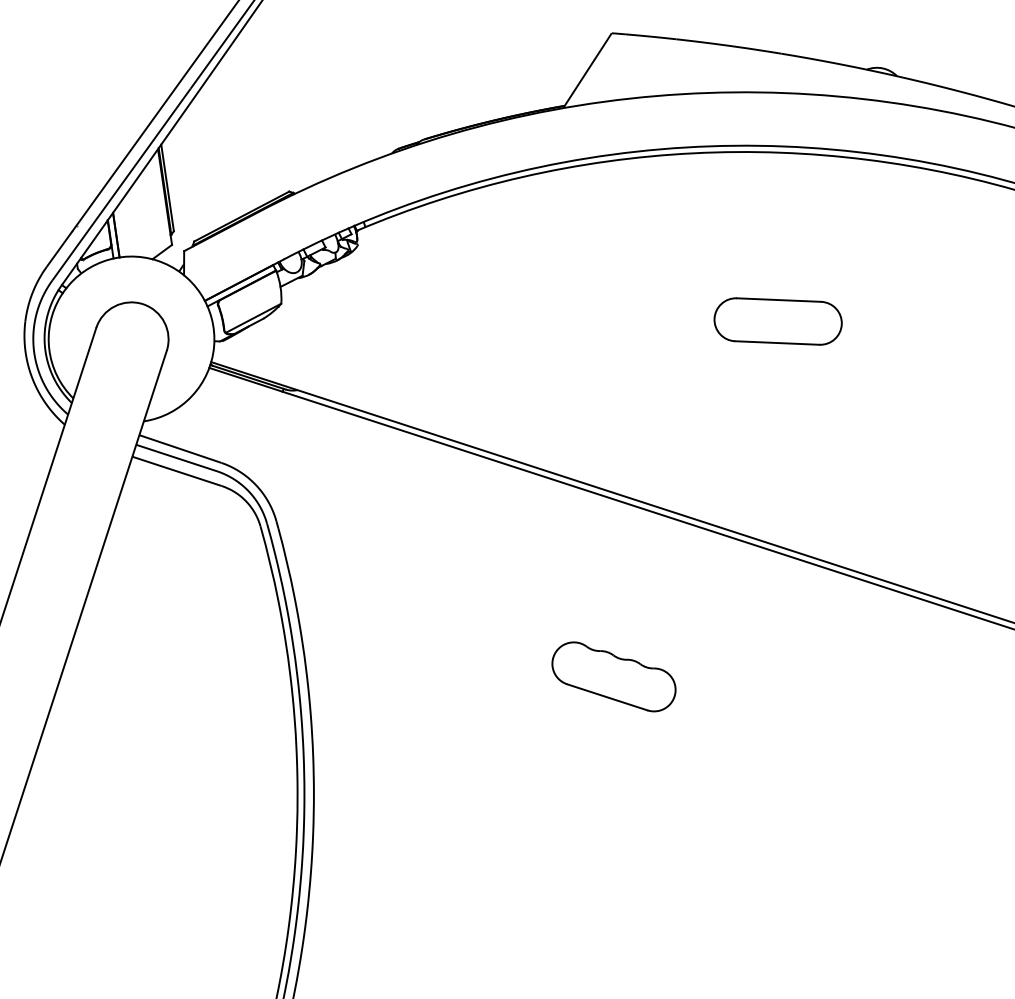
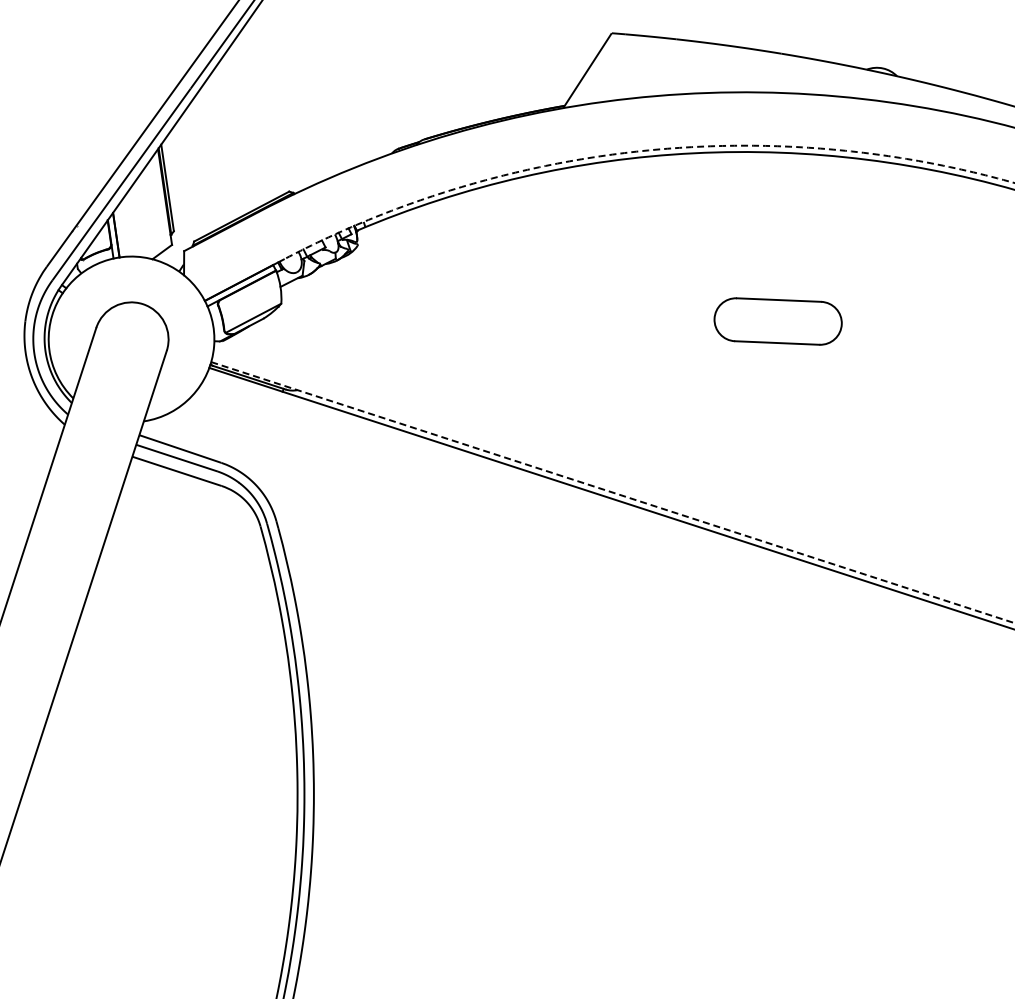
arc at (641, 151): solid -> dashed
line at (613, 492): solid -> dashed
part at (613, 676): present -> none
